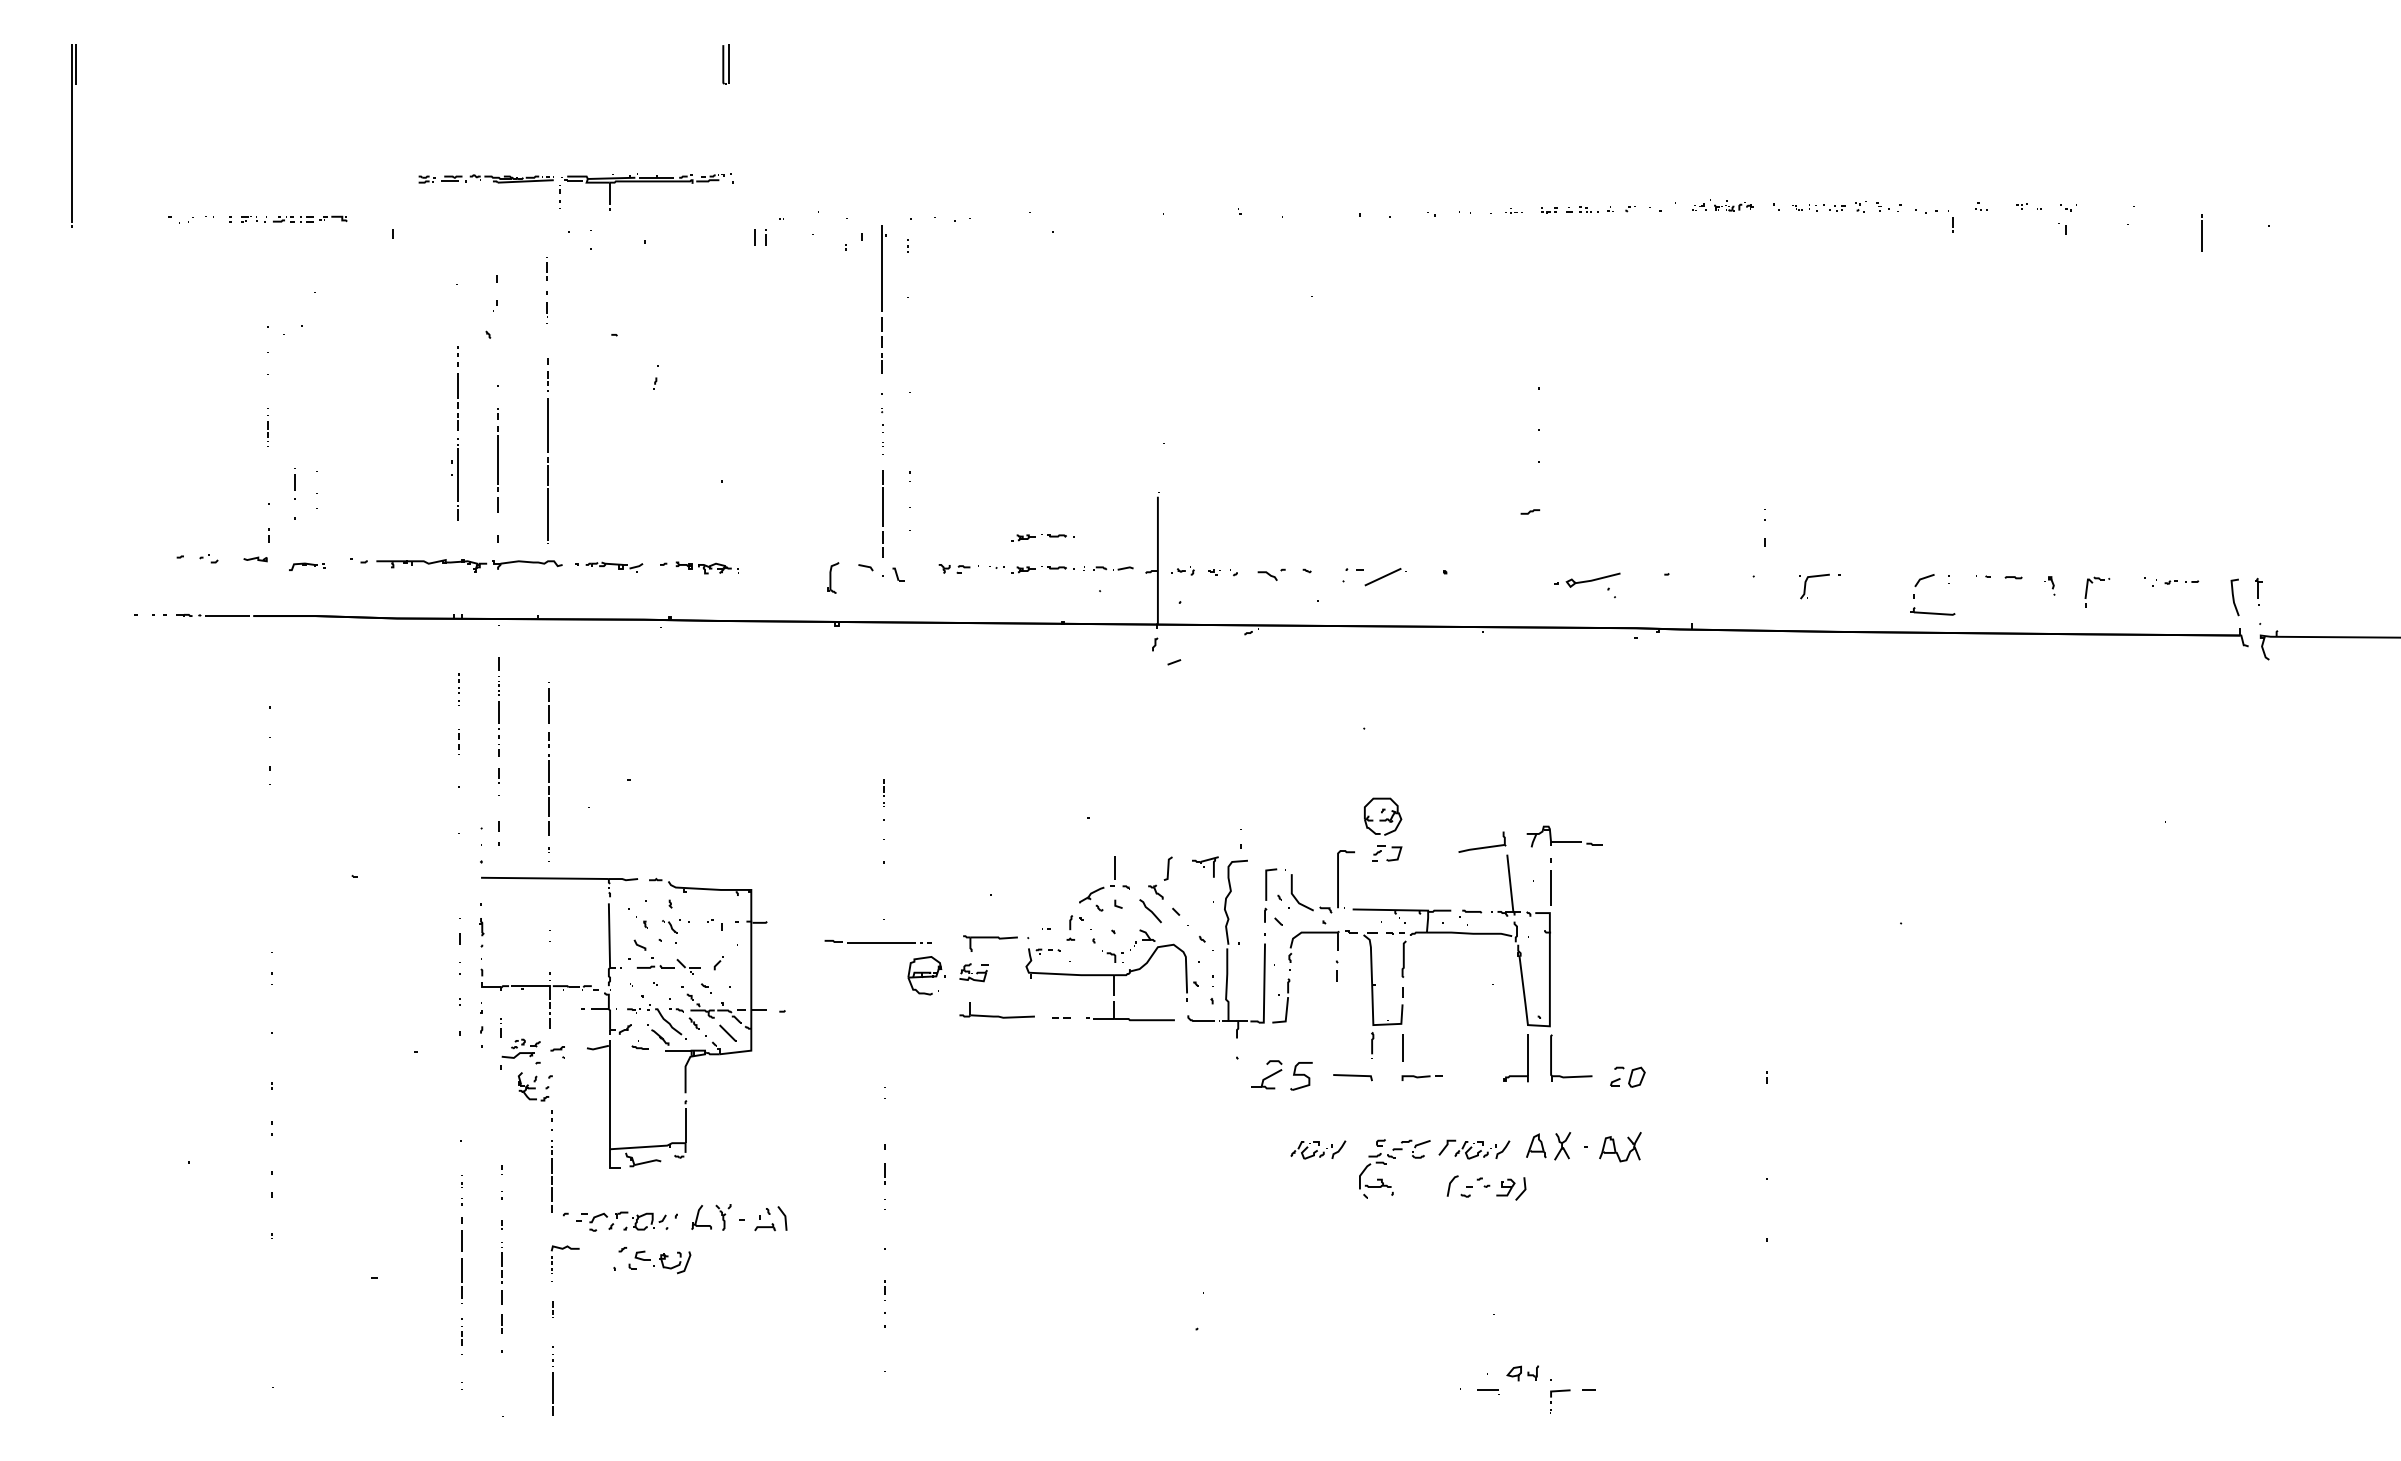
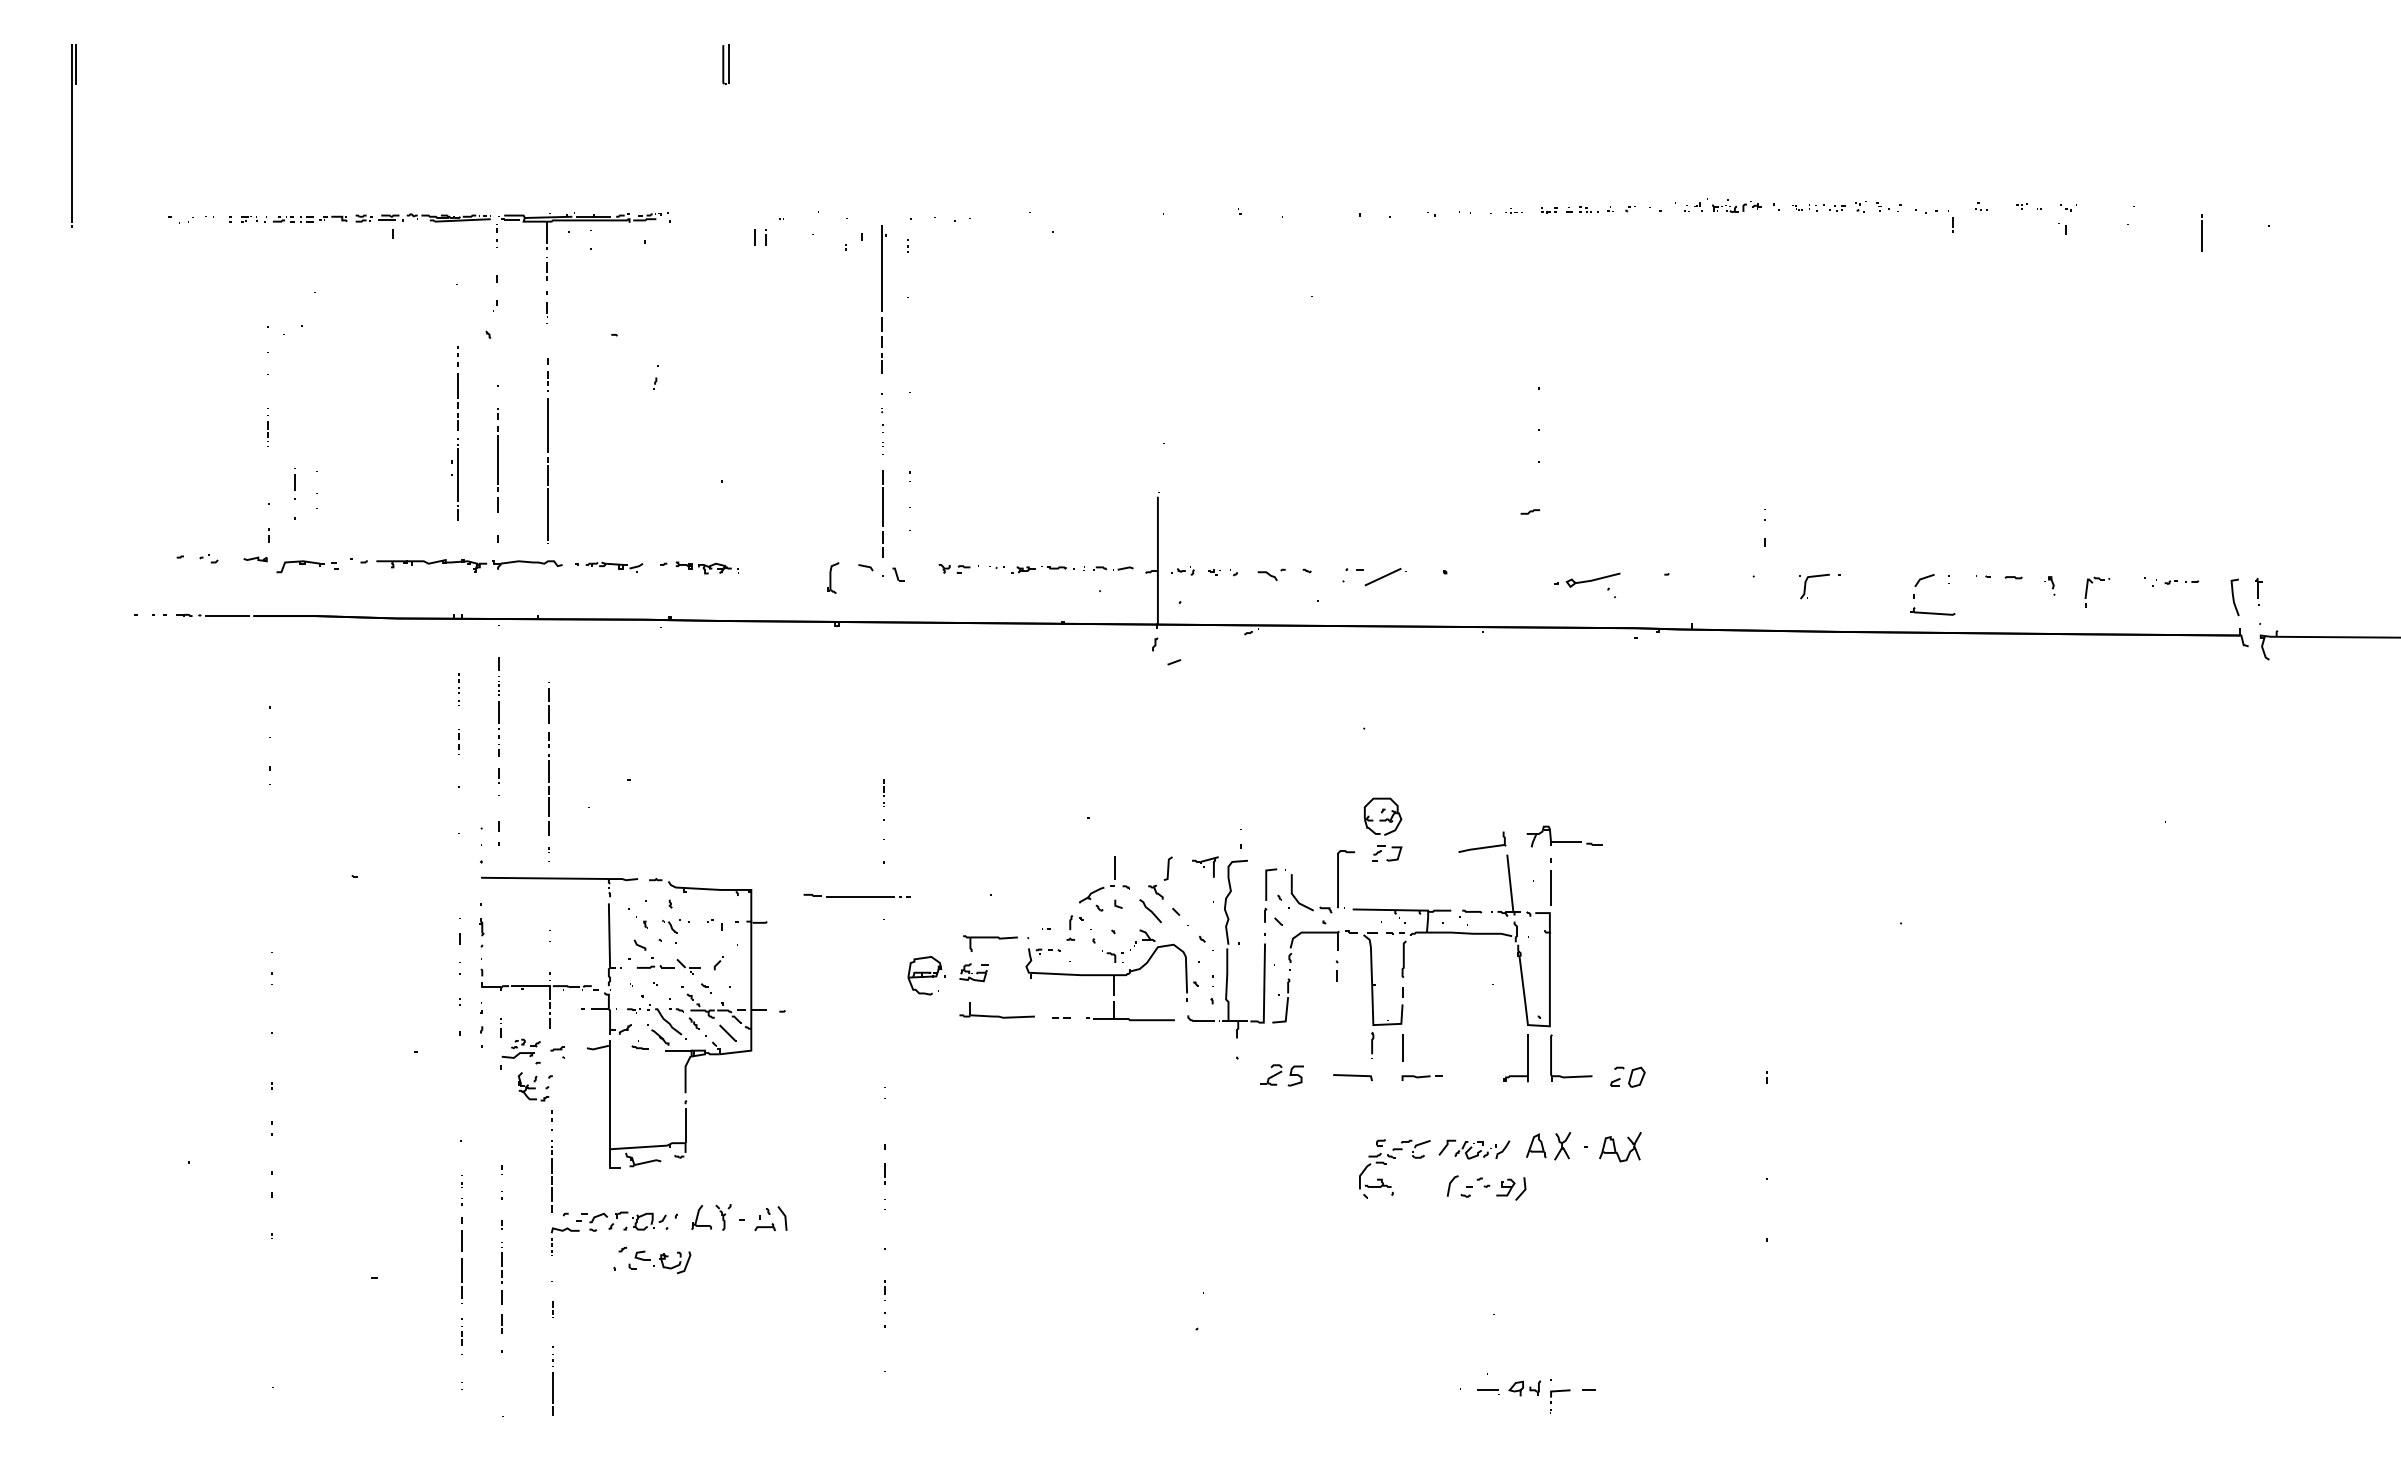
part at (575, 181) position: (575, 181) -> (512, 220)
part at (1722, 205) size: 62x13 px -> 78x15 px
part at (1042, 537): present -> none
part at (307, 566) size: 37x9 px -> 63x14 px
part at (877, 941) position: (877, 941) -> (856, 895)
part at (1281, 1075) size: 62x31 px -> 44x23 px
part at (1318, 1149): present -> none
part at (563, 1249) position: (563, 1249) -> (563, 1231)
part at (1522, 1373) position: (1522, 1373) -> (1524, 1388)
